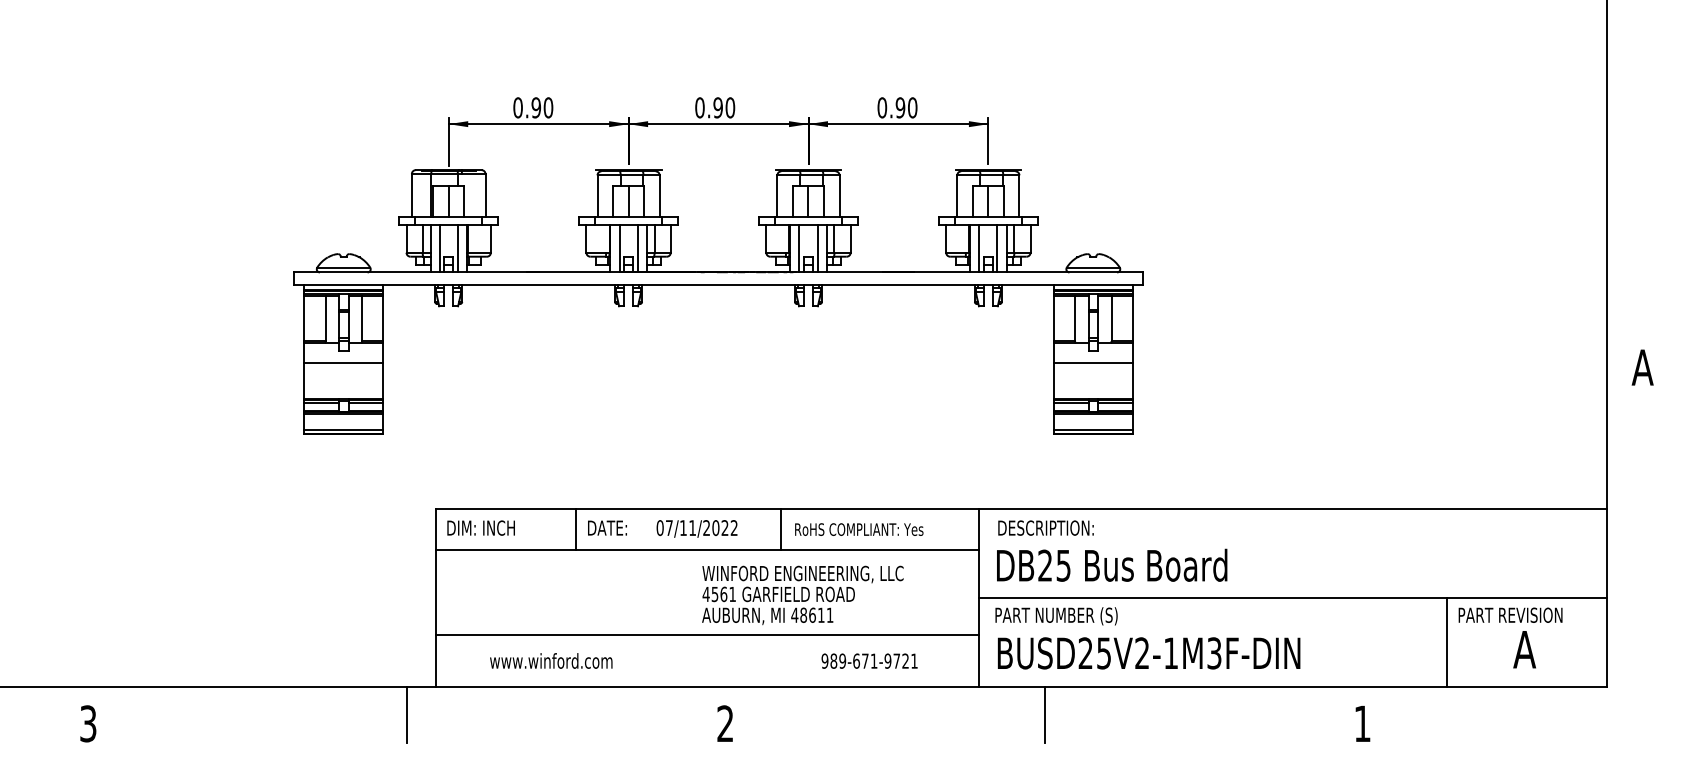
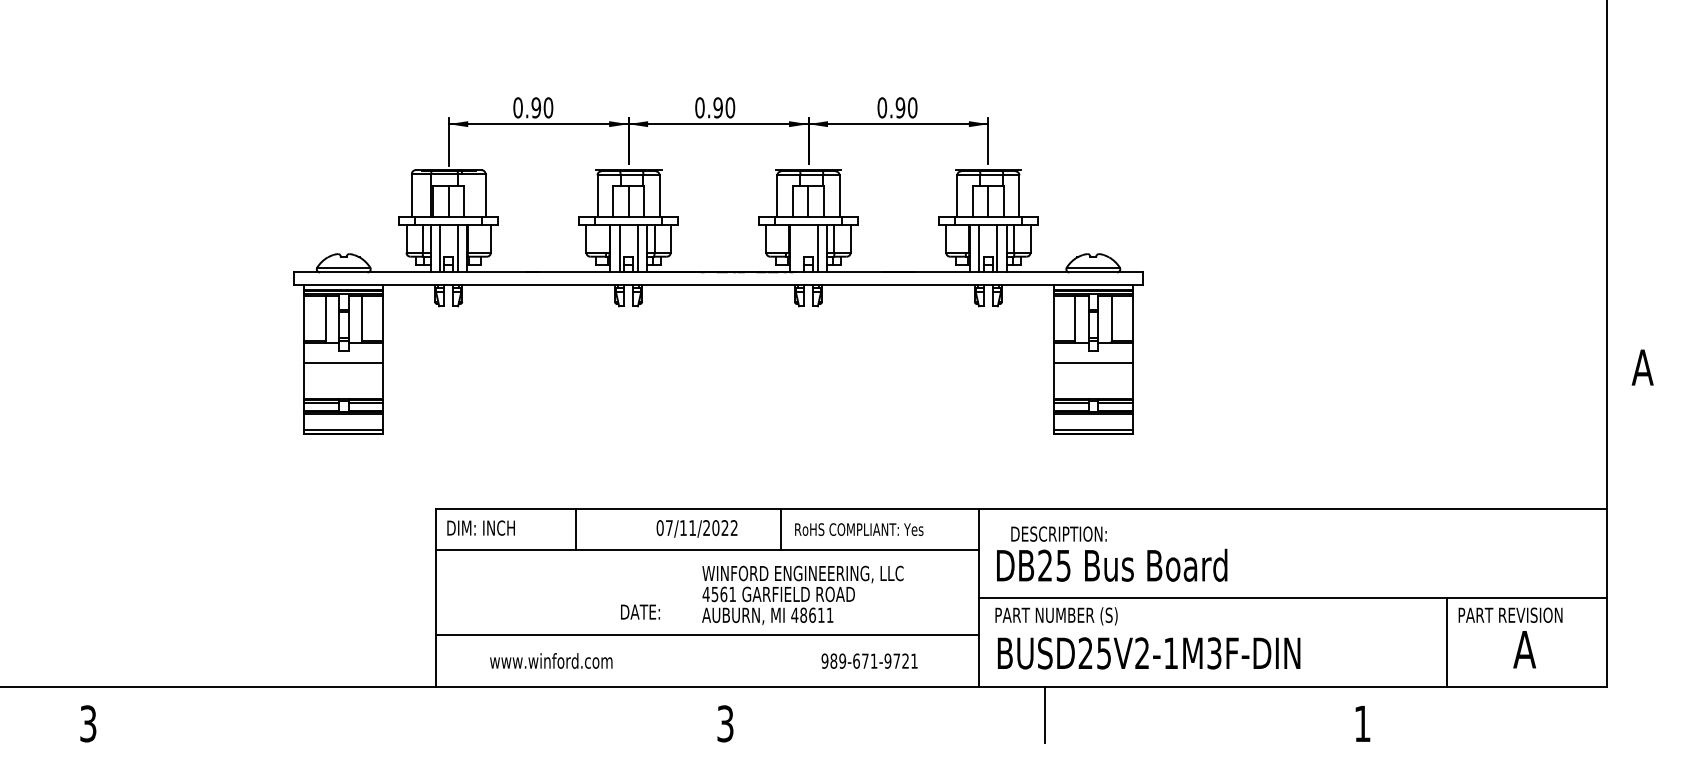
line at (799, 248): present -> none
text at (607, 527) position: (607, 527) -> (640, 611)
text at (1045, 527) position: (1045, 527) -> (1058, 533)
line at (407, 714): present -> none
text at (725, 723): 2 -> 3
